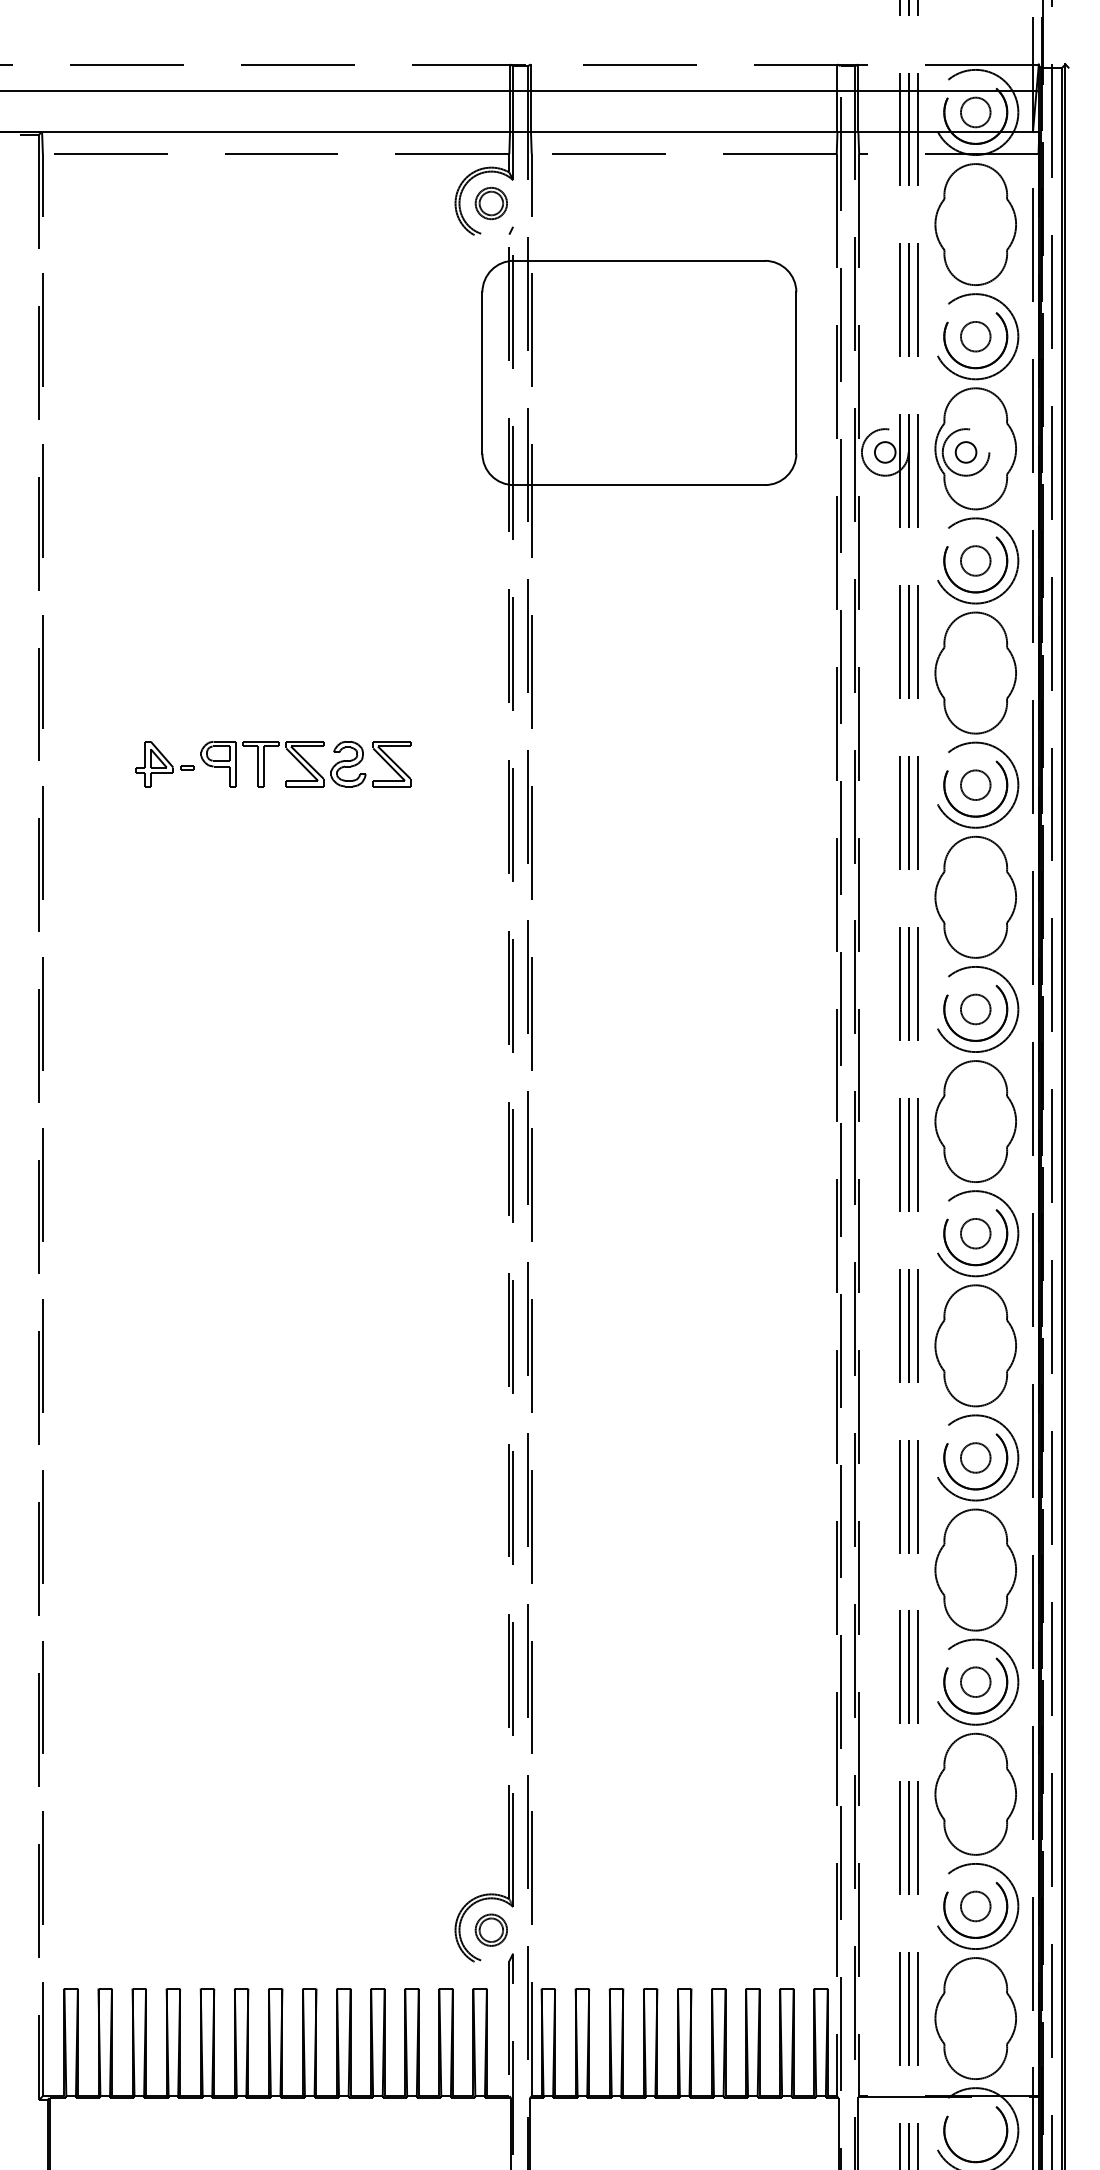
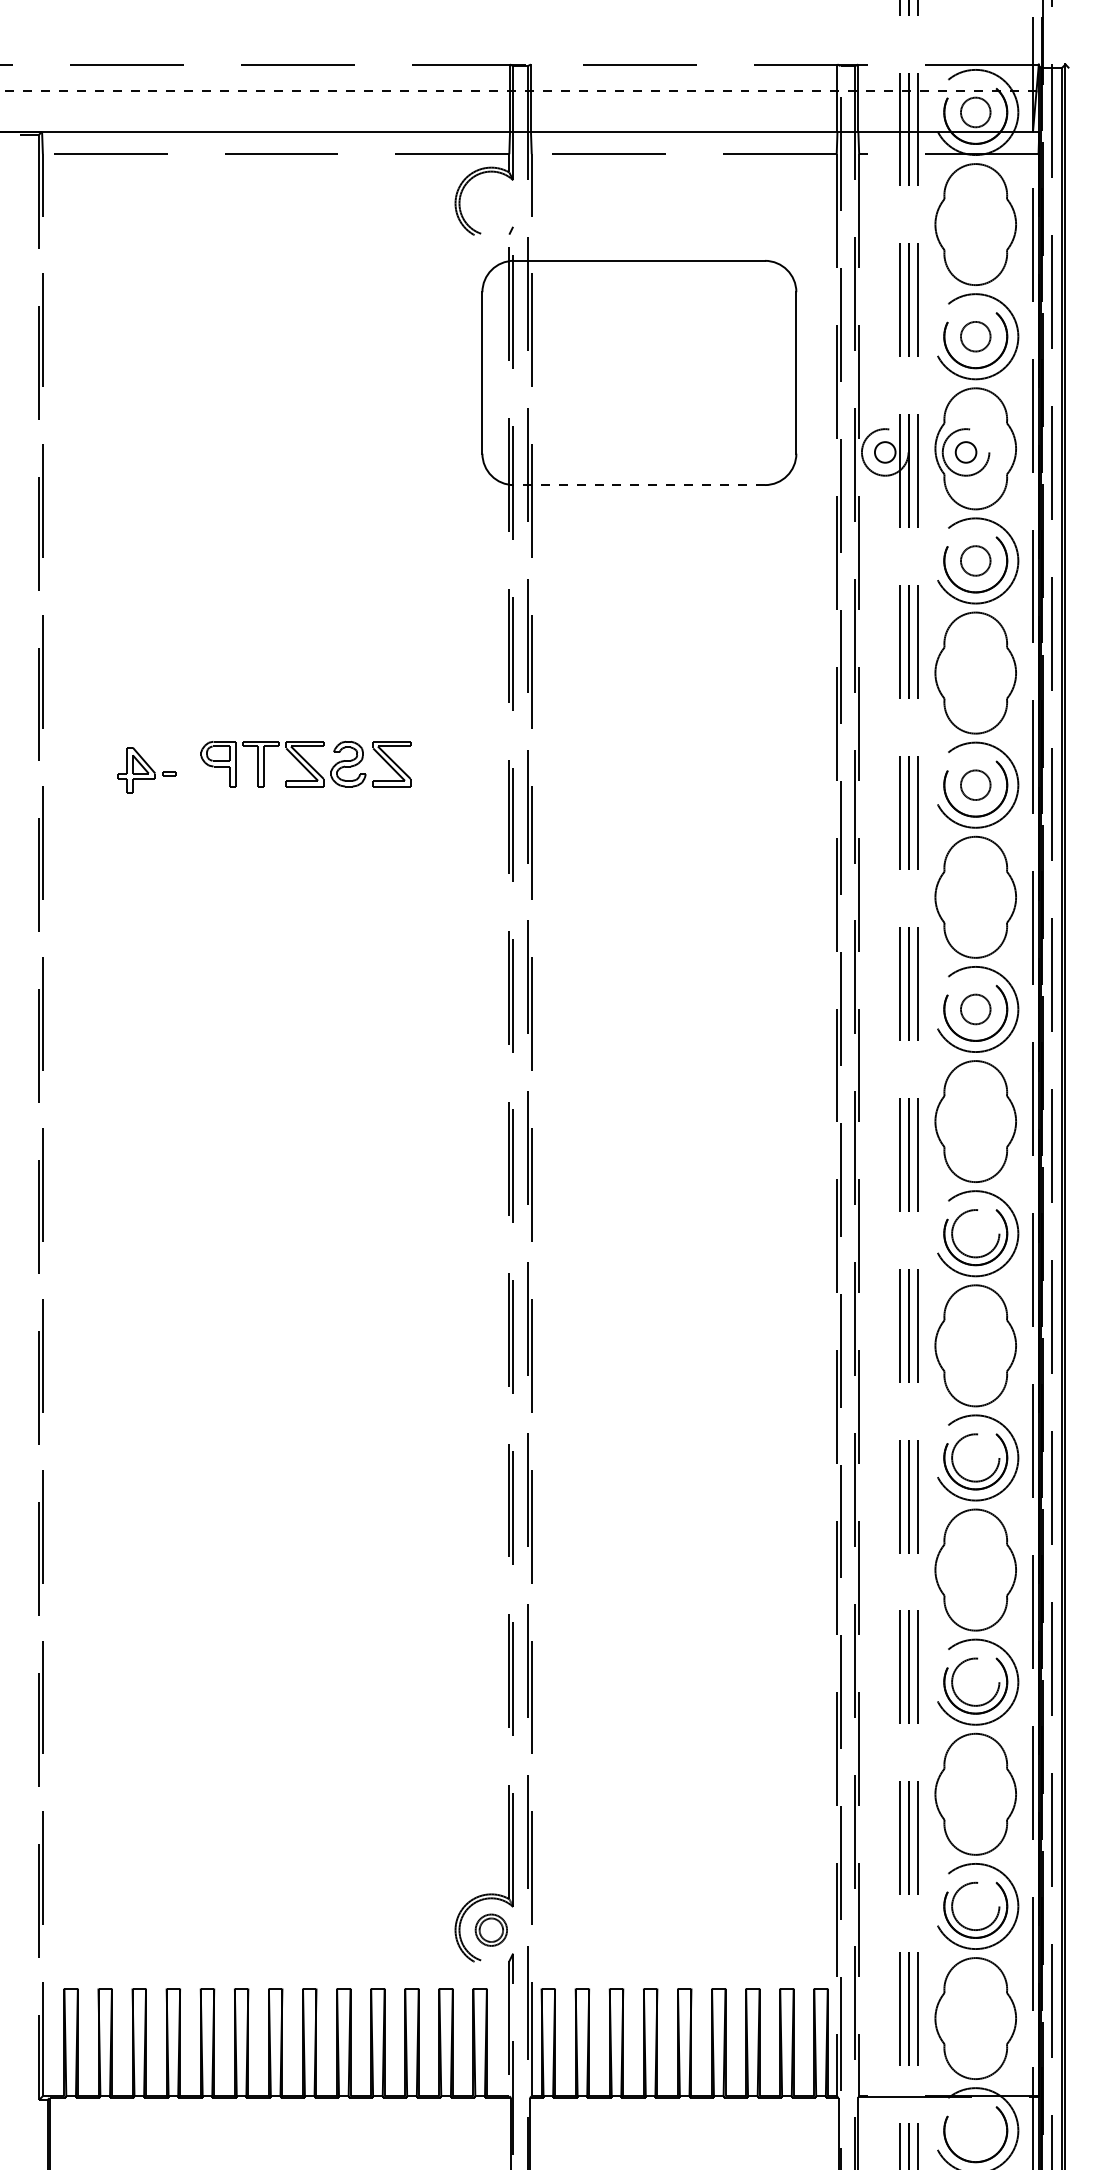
line at (518, 91): solid -> dashed
part at (490, 203): present -> none
line at (639, 485): solid -> dashed
part at (164, 764) position: (164, 764) -> (146, 770)
circle at (975, 1233) diameter: 30 px -> 47 px
circle at (975, 1457) diameter: 30 px -> 47 px
circle at (975, 1682) diameter: 30 px -> 47 px
circle at (975, 1906) diameter: 30 px -> 47 px
